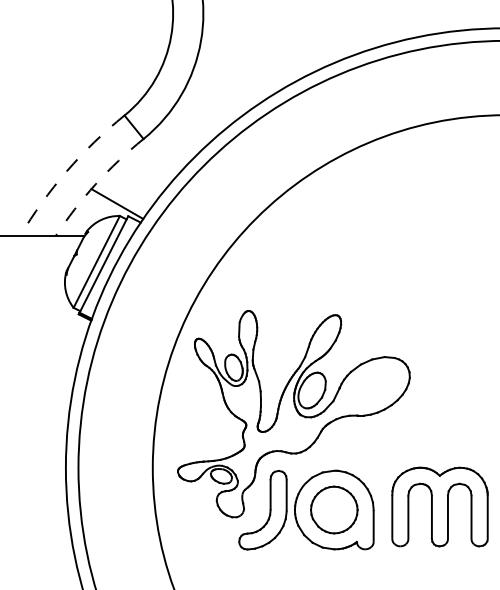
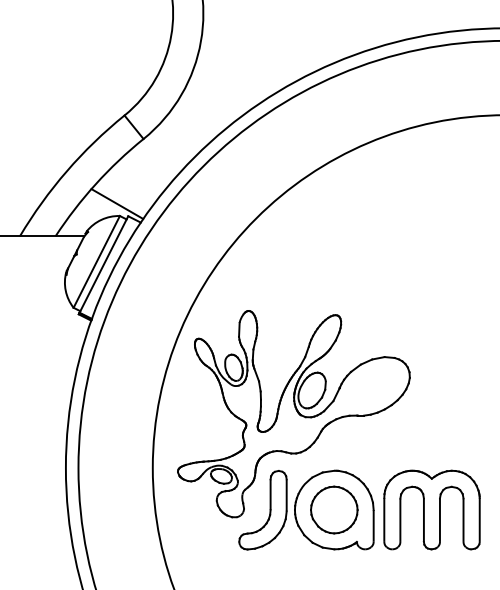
arc at (66, 171): dashed -> solid
arc at (95, 184): dashed -> solid
part at (439, 506) position: (439, 506) -> (431, 509)
